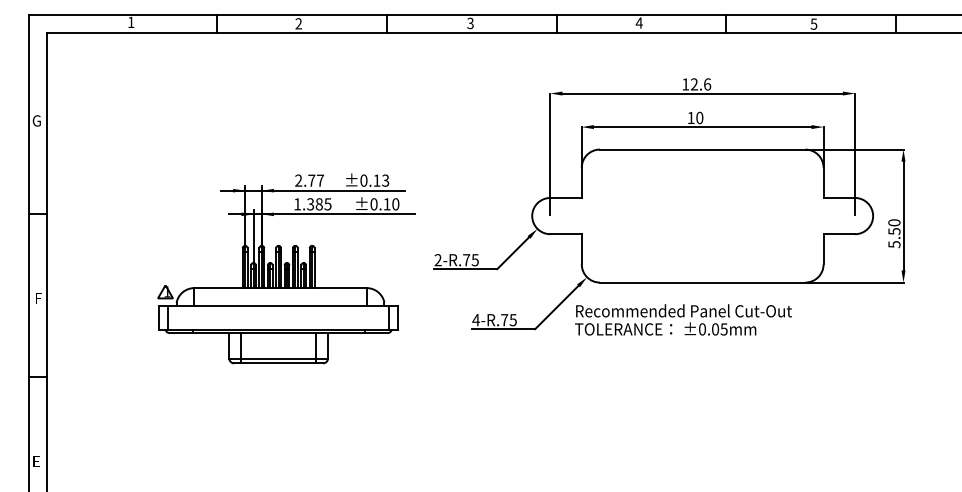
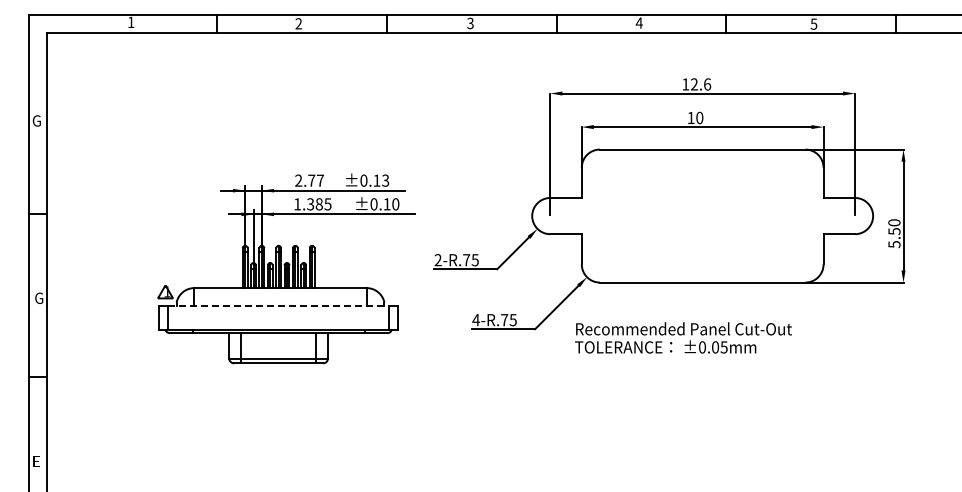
text at (39, 297): F -> G
line at (279, 306): solid -> dashed
text at (683, 319) position: (683, 319) -> (683, 337)
